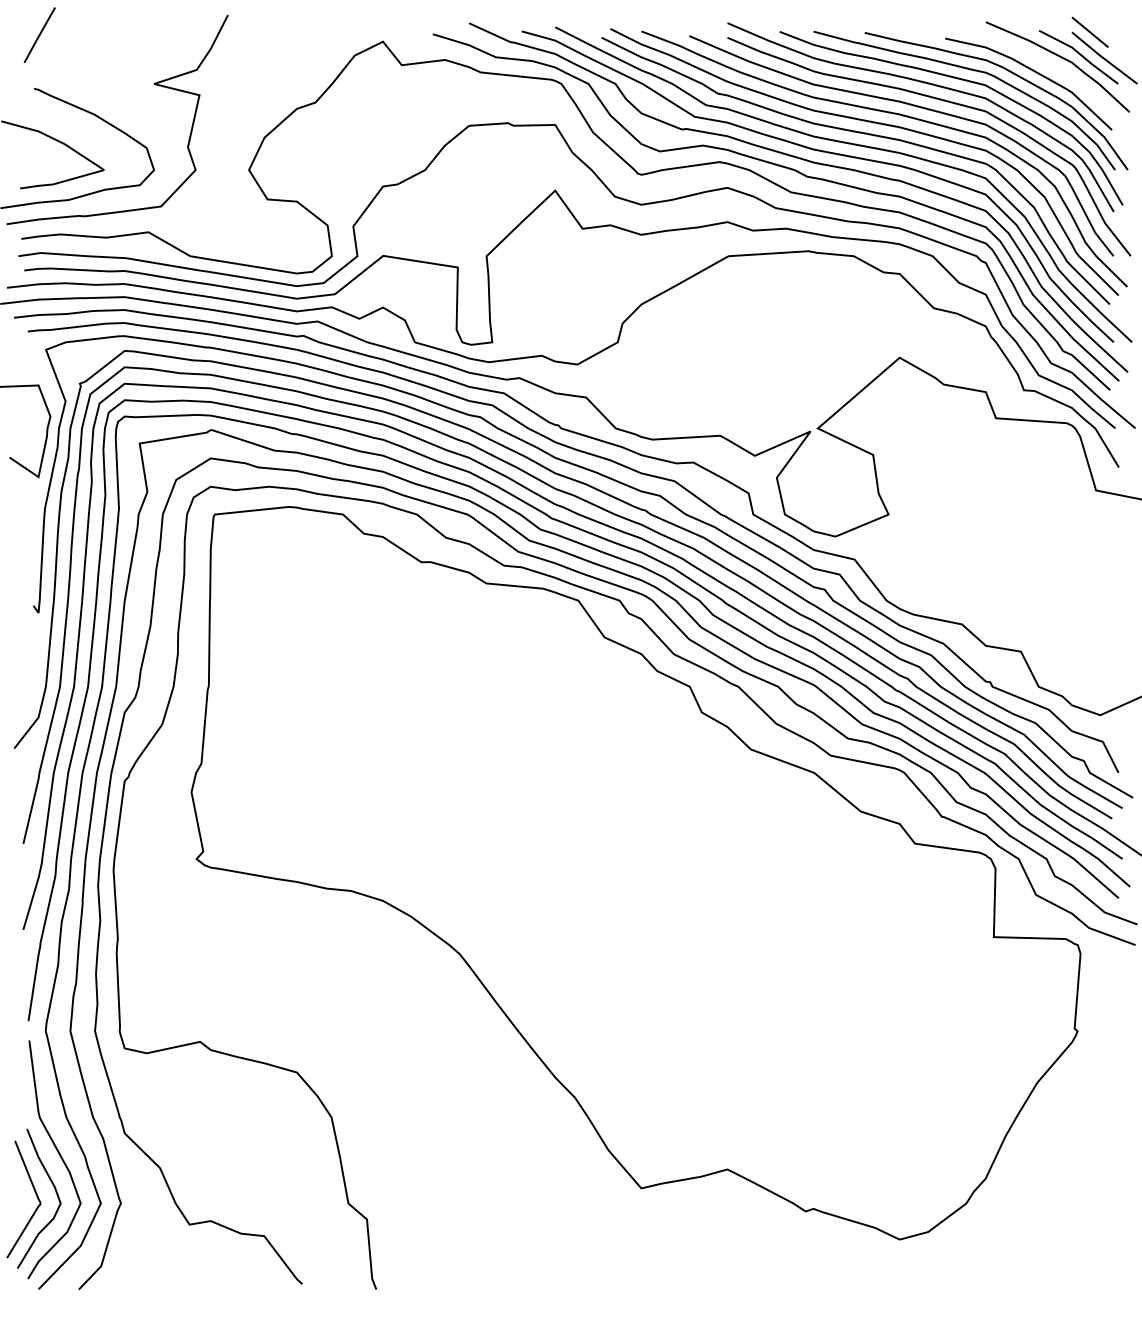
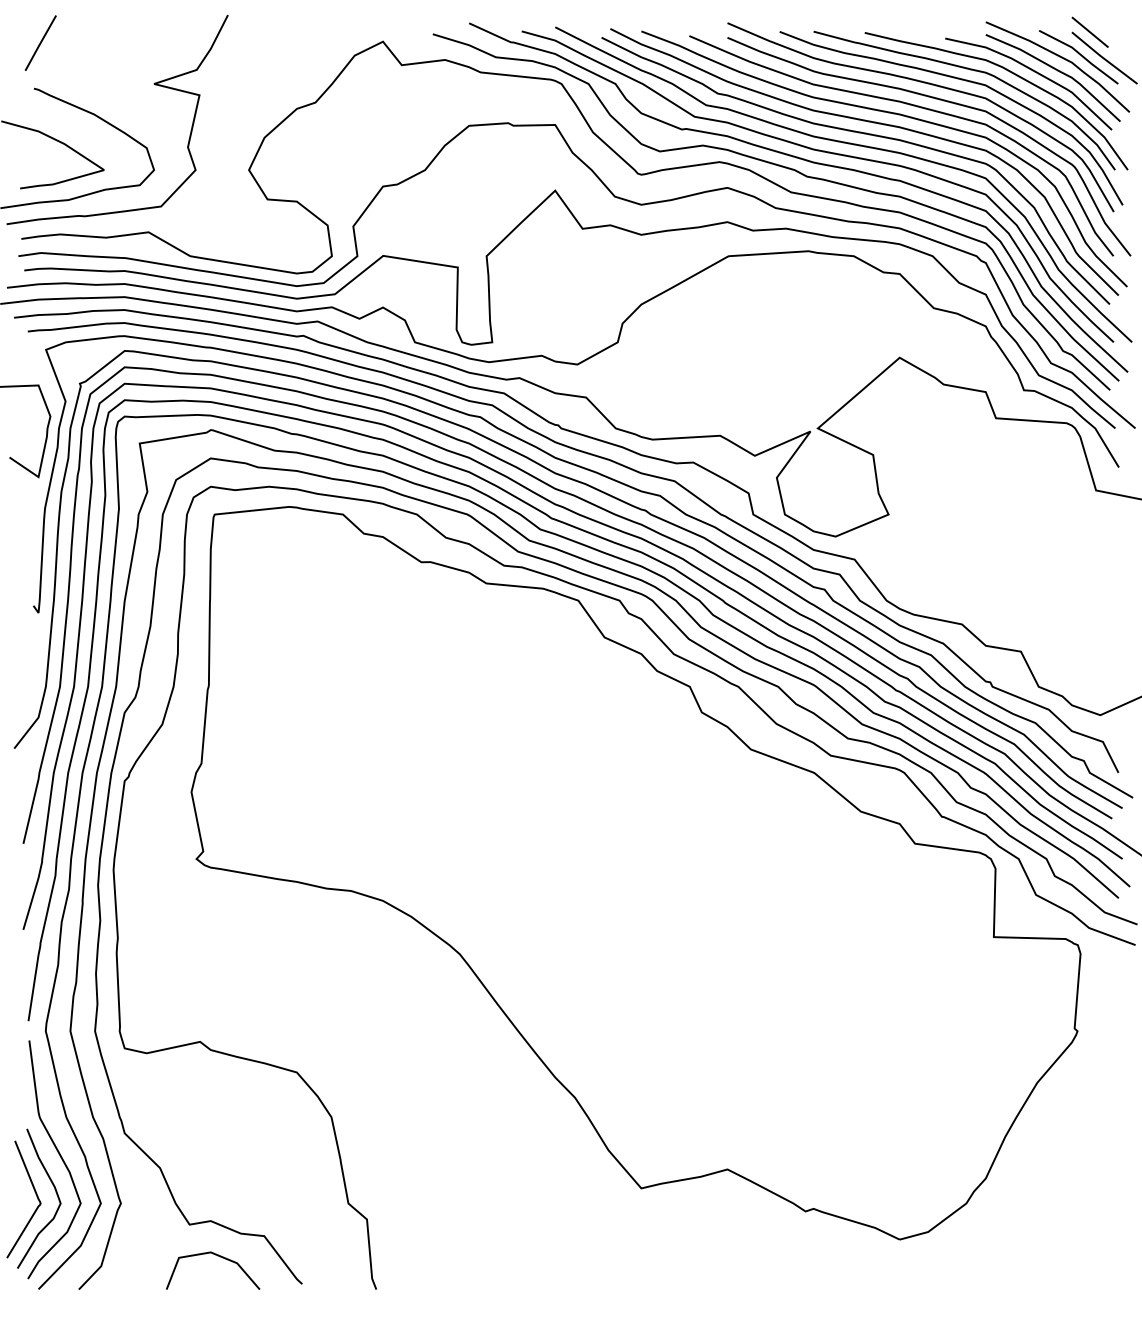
line at (39, 34) position: (39, 34) -> (40, 42)
curve at (1055, 70): none -> present
line at (217, 1256): none -> present
